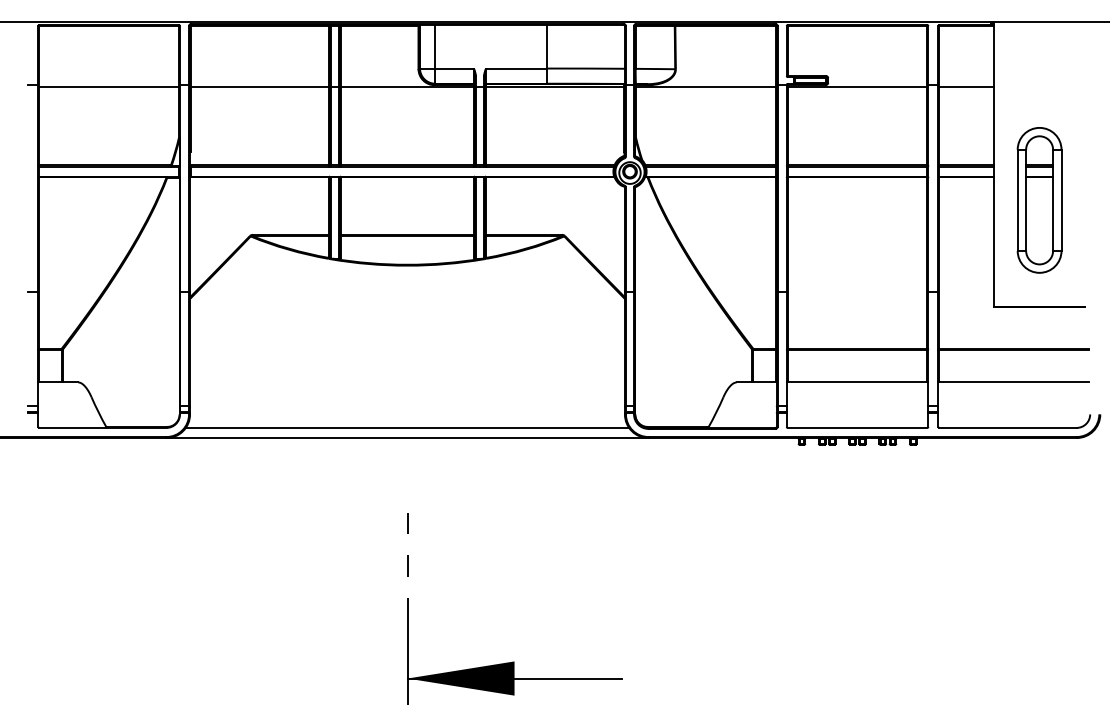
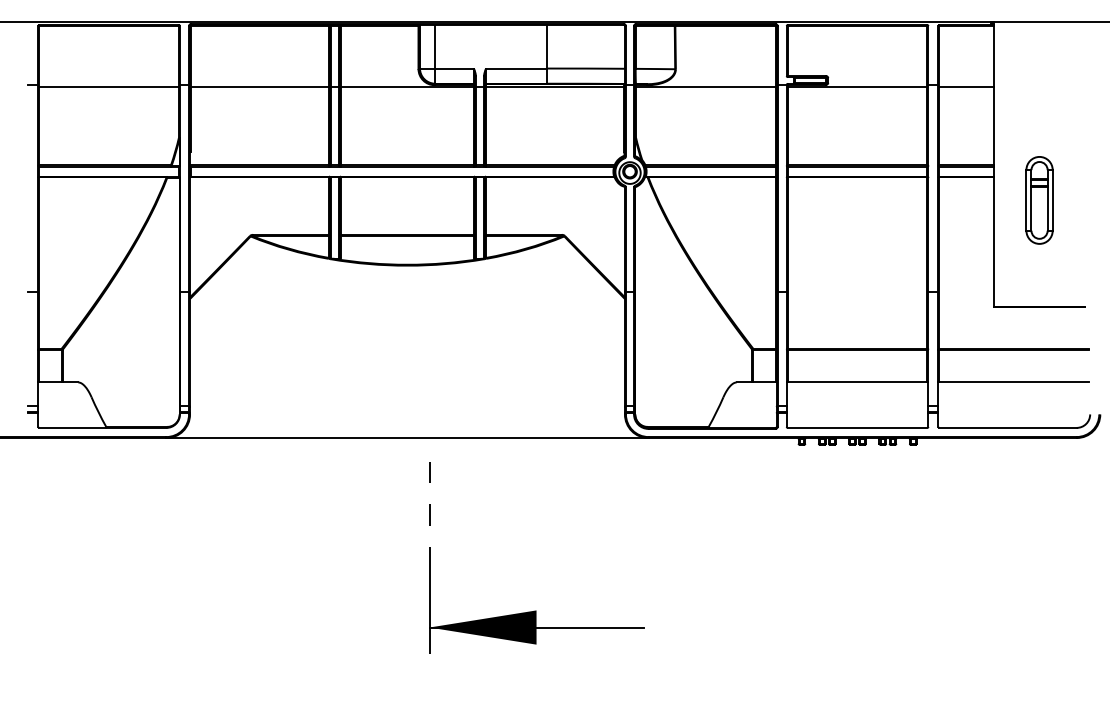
part at (1039, 200) size: 47x147 px -> 29x89 px
line at (407, 427): present -> none
part at (514, 661) position: (514, 661) -> (536, 610)
